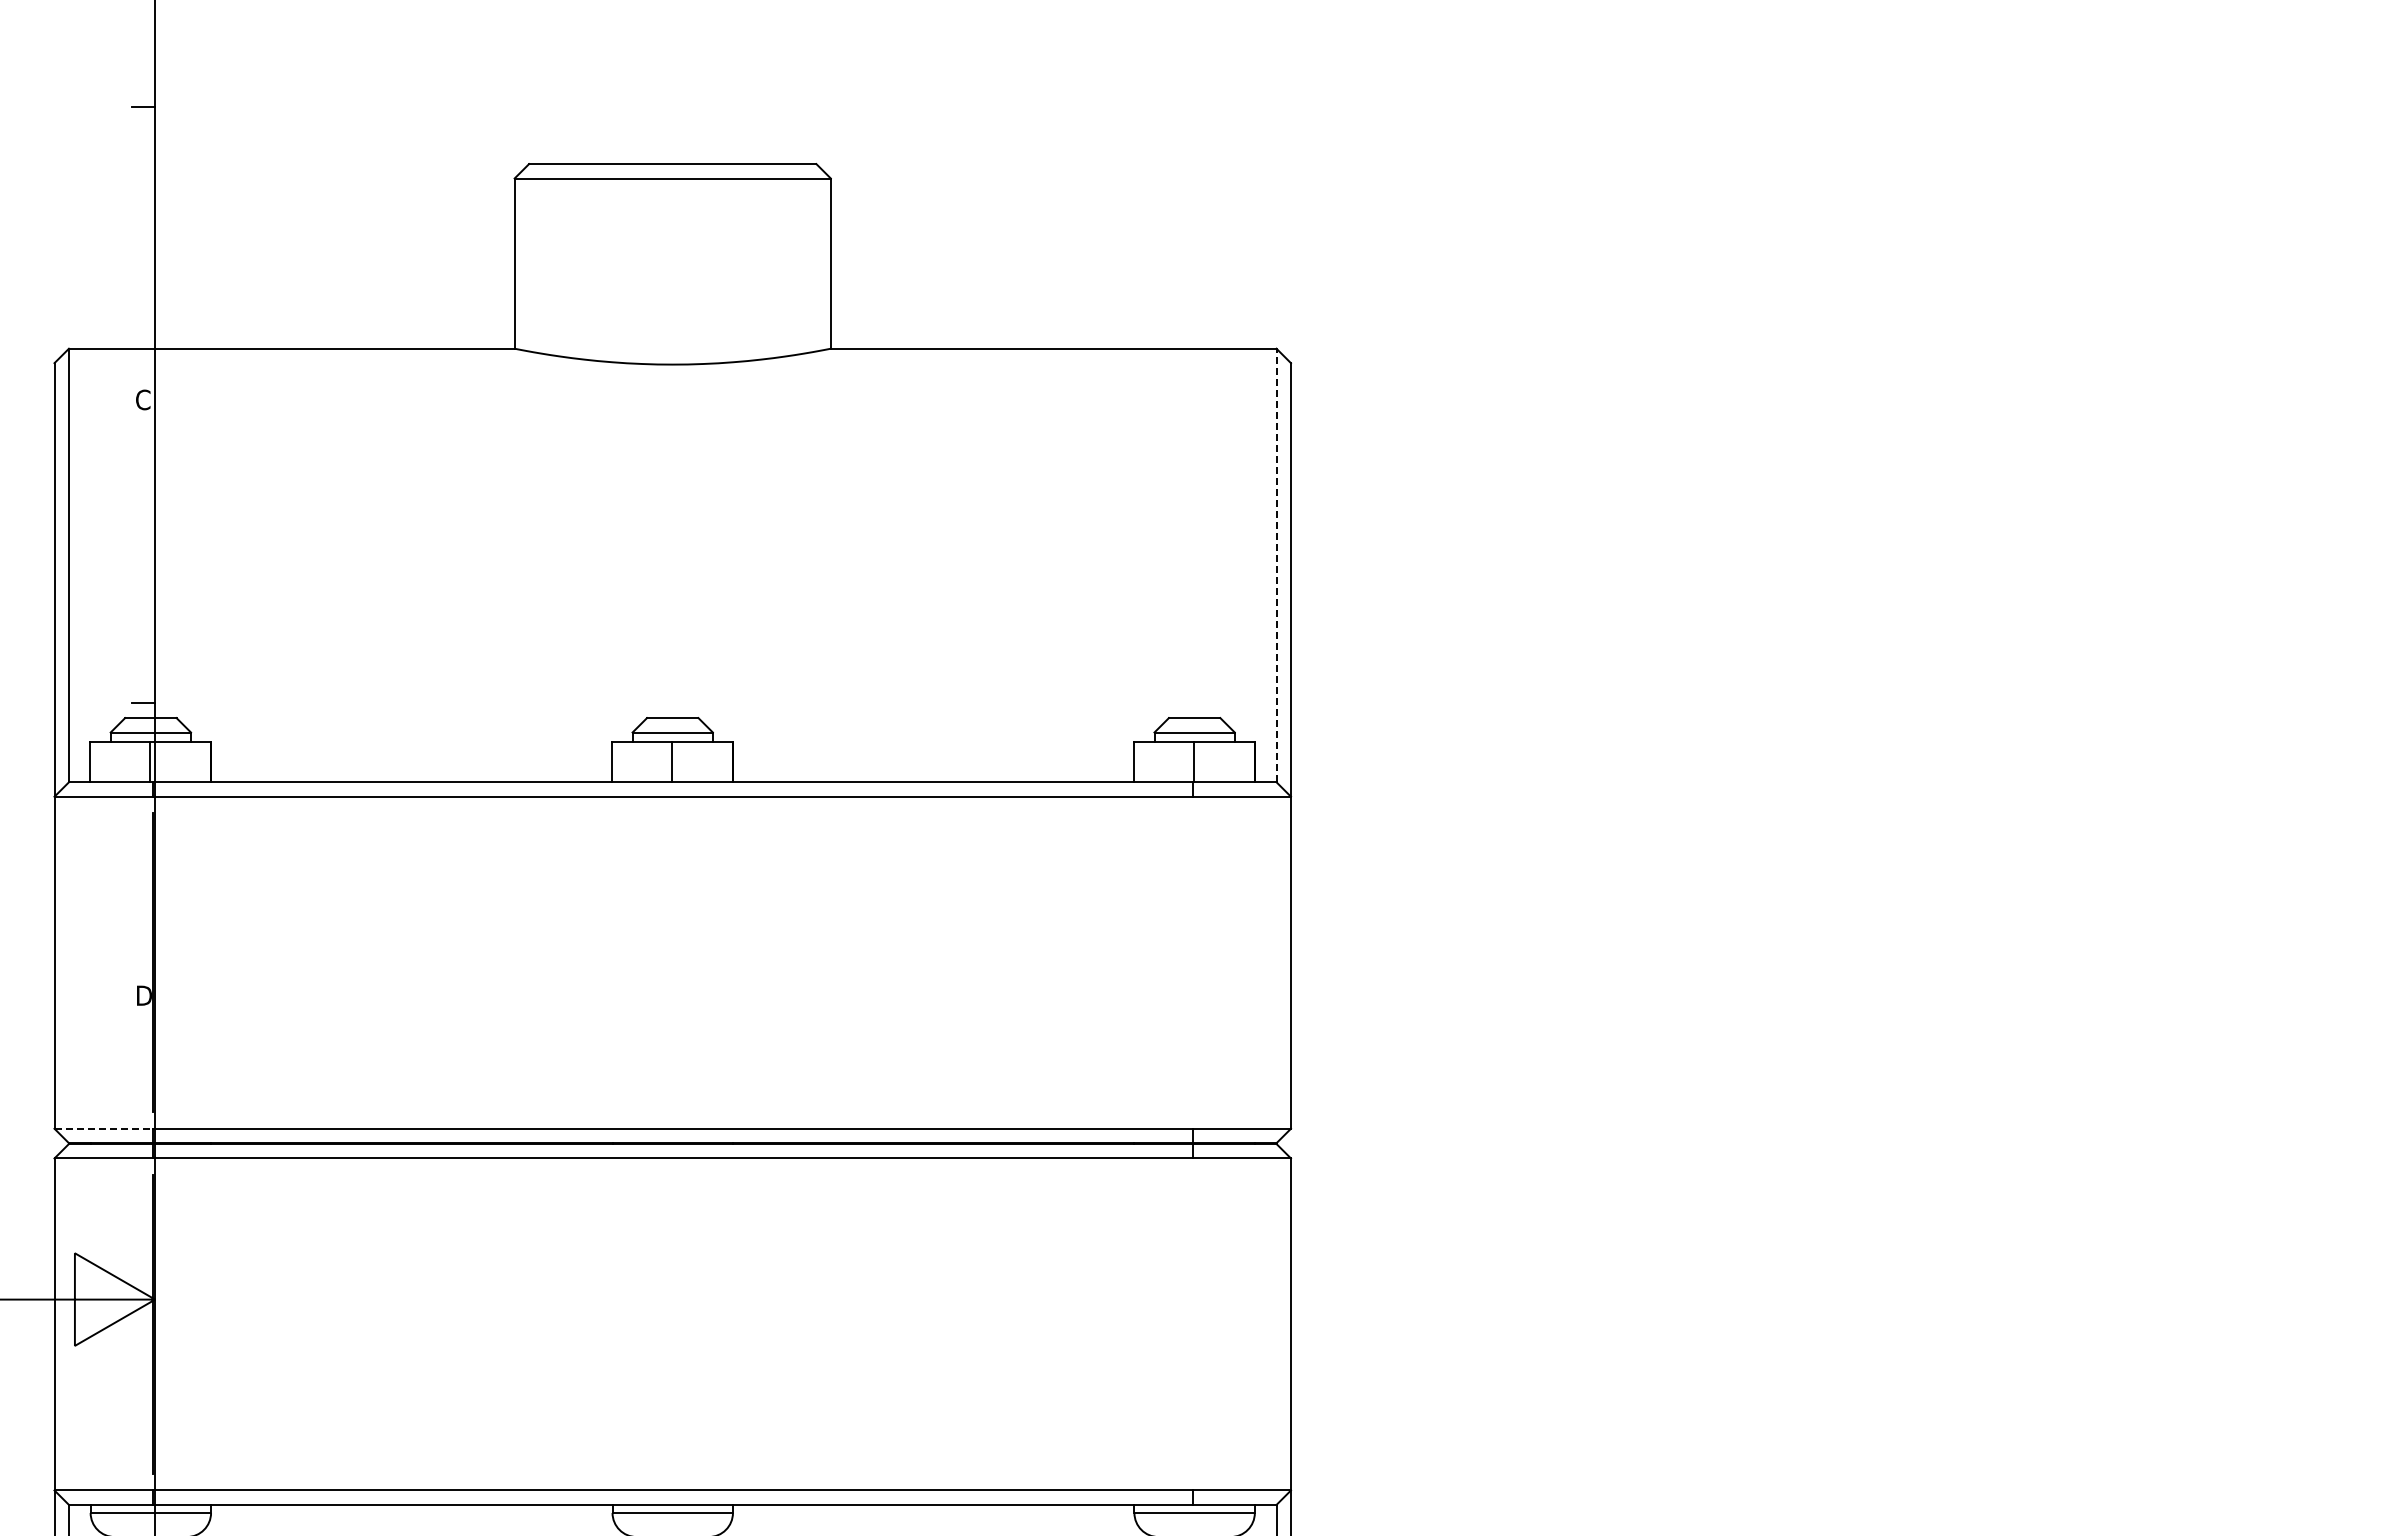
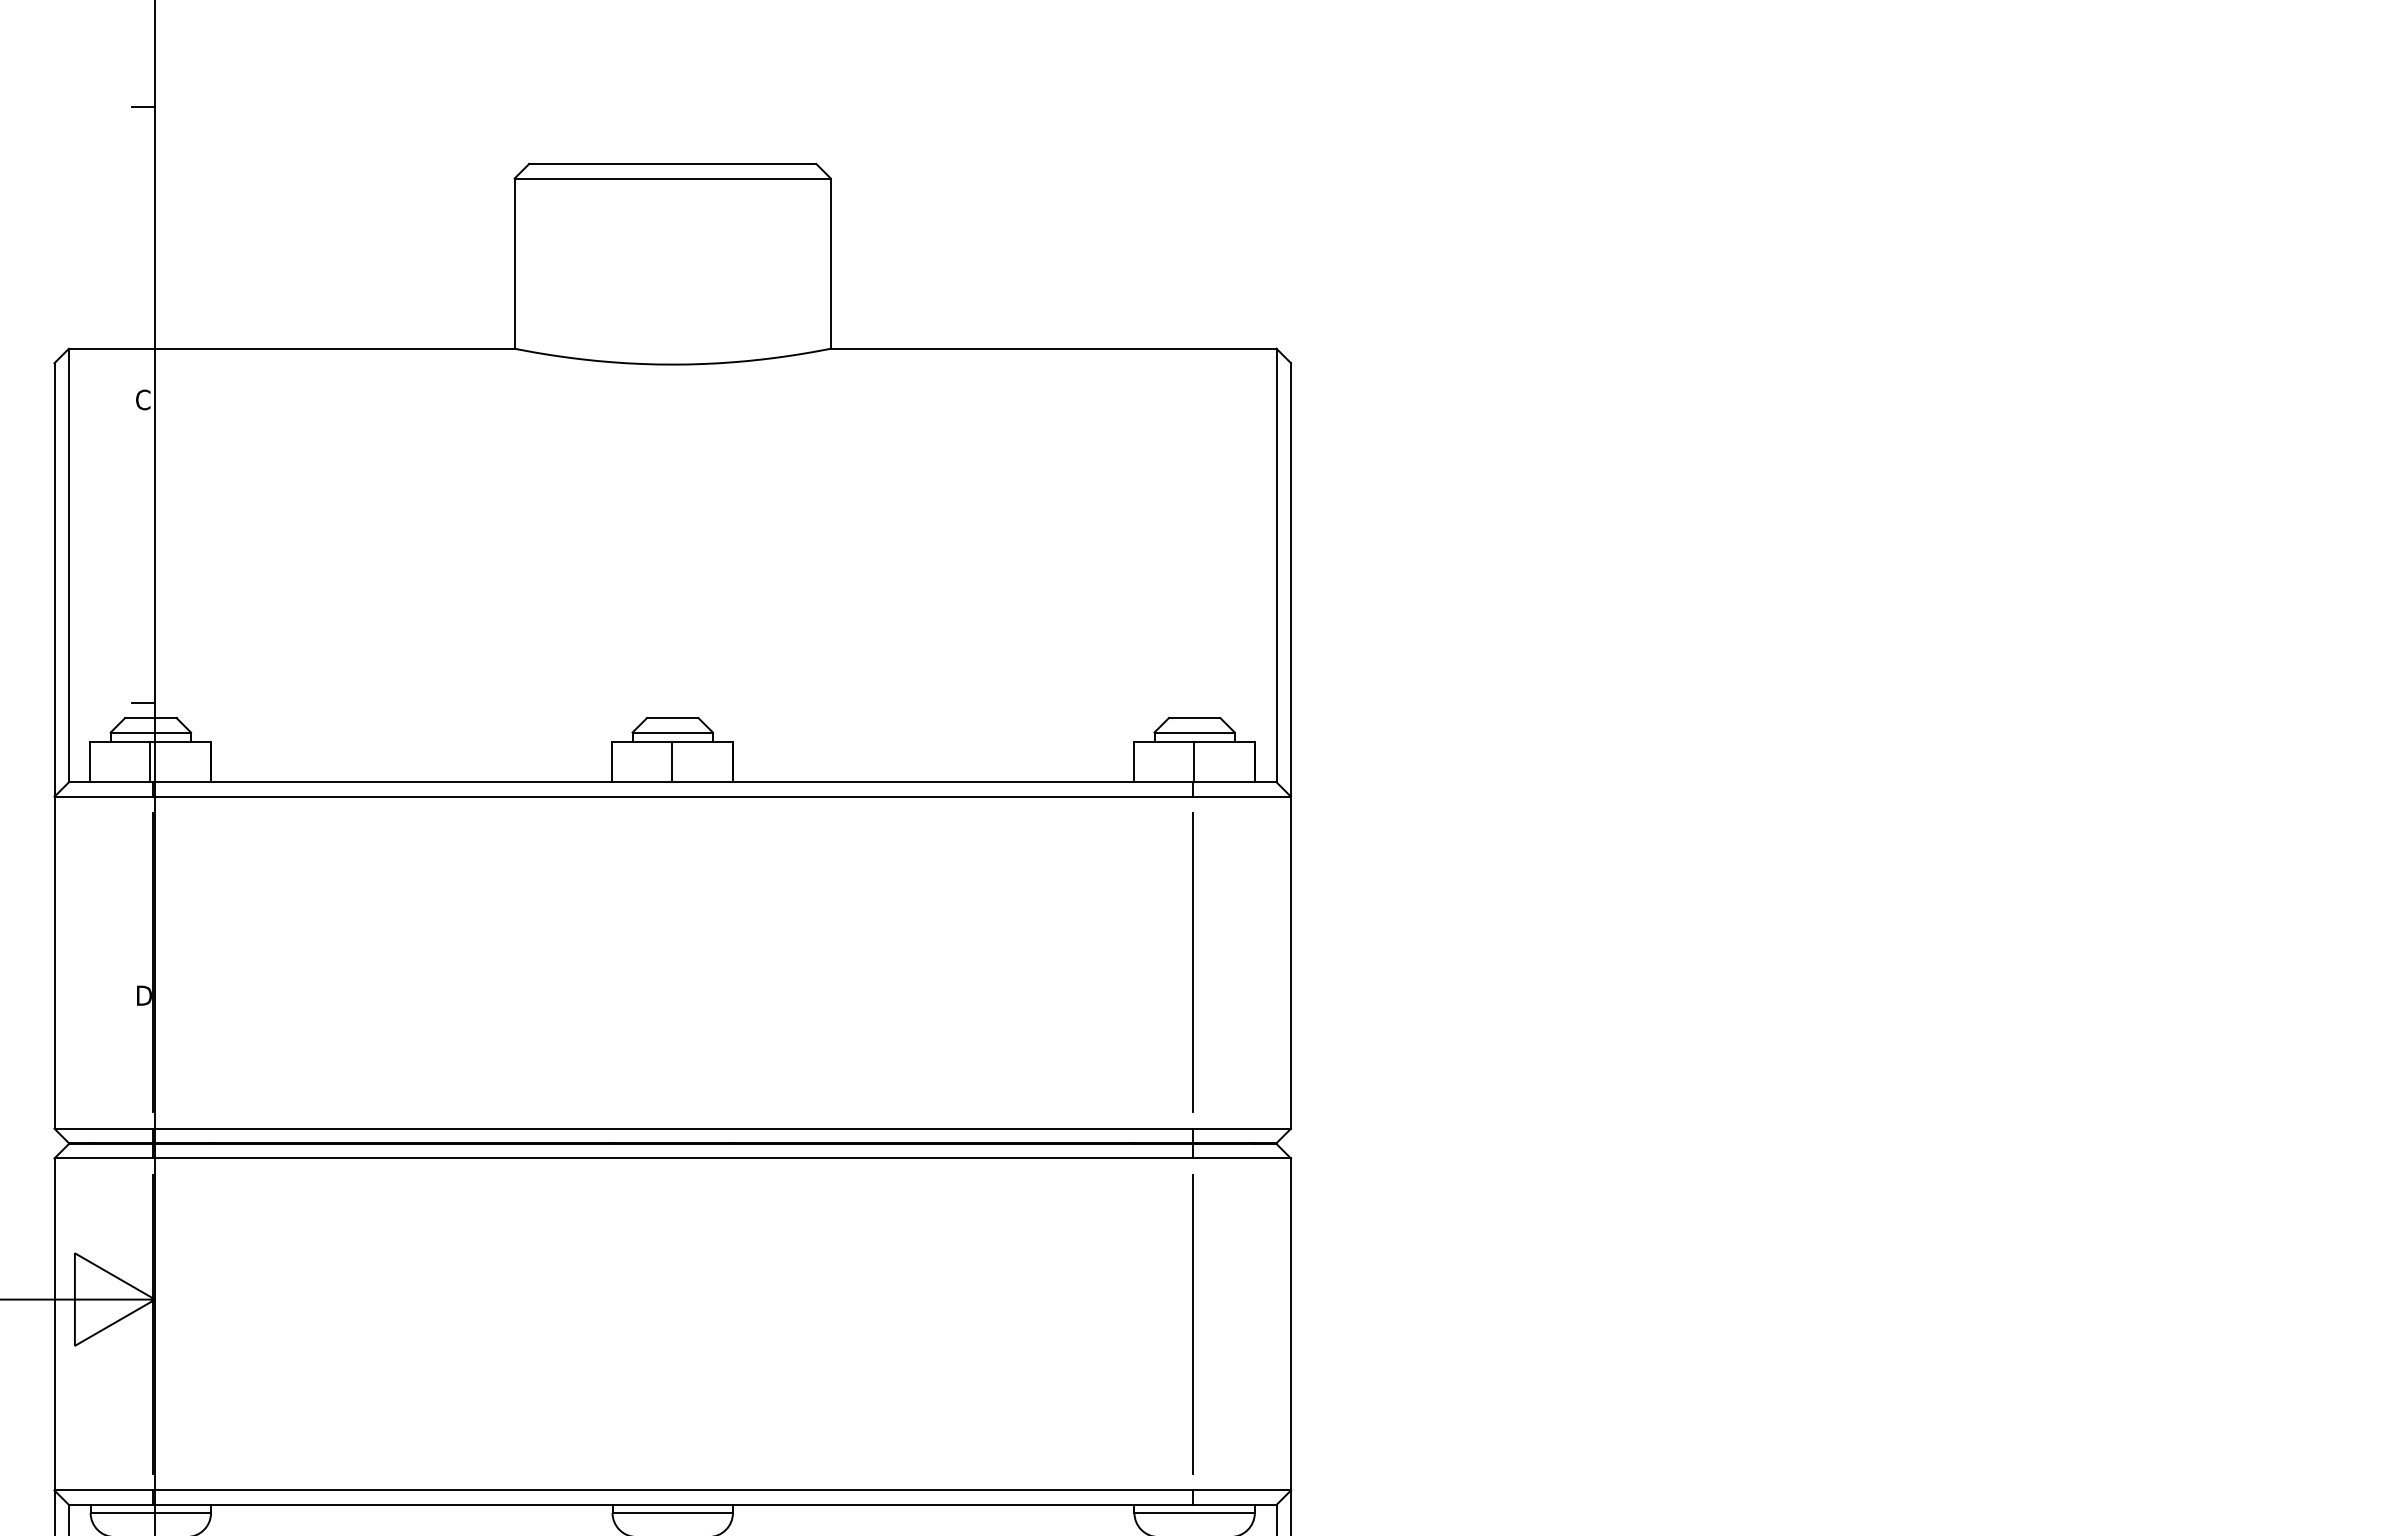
line at (1276, 565): dashed -> solid
line at (1192, 962): none -> present
line at (104, 1128): dashed -> solid
line at (1192, 1324): none -> present
